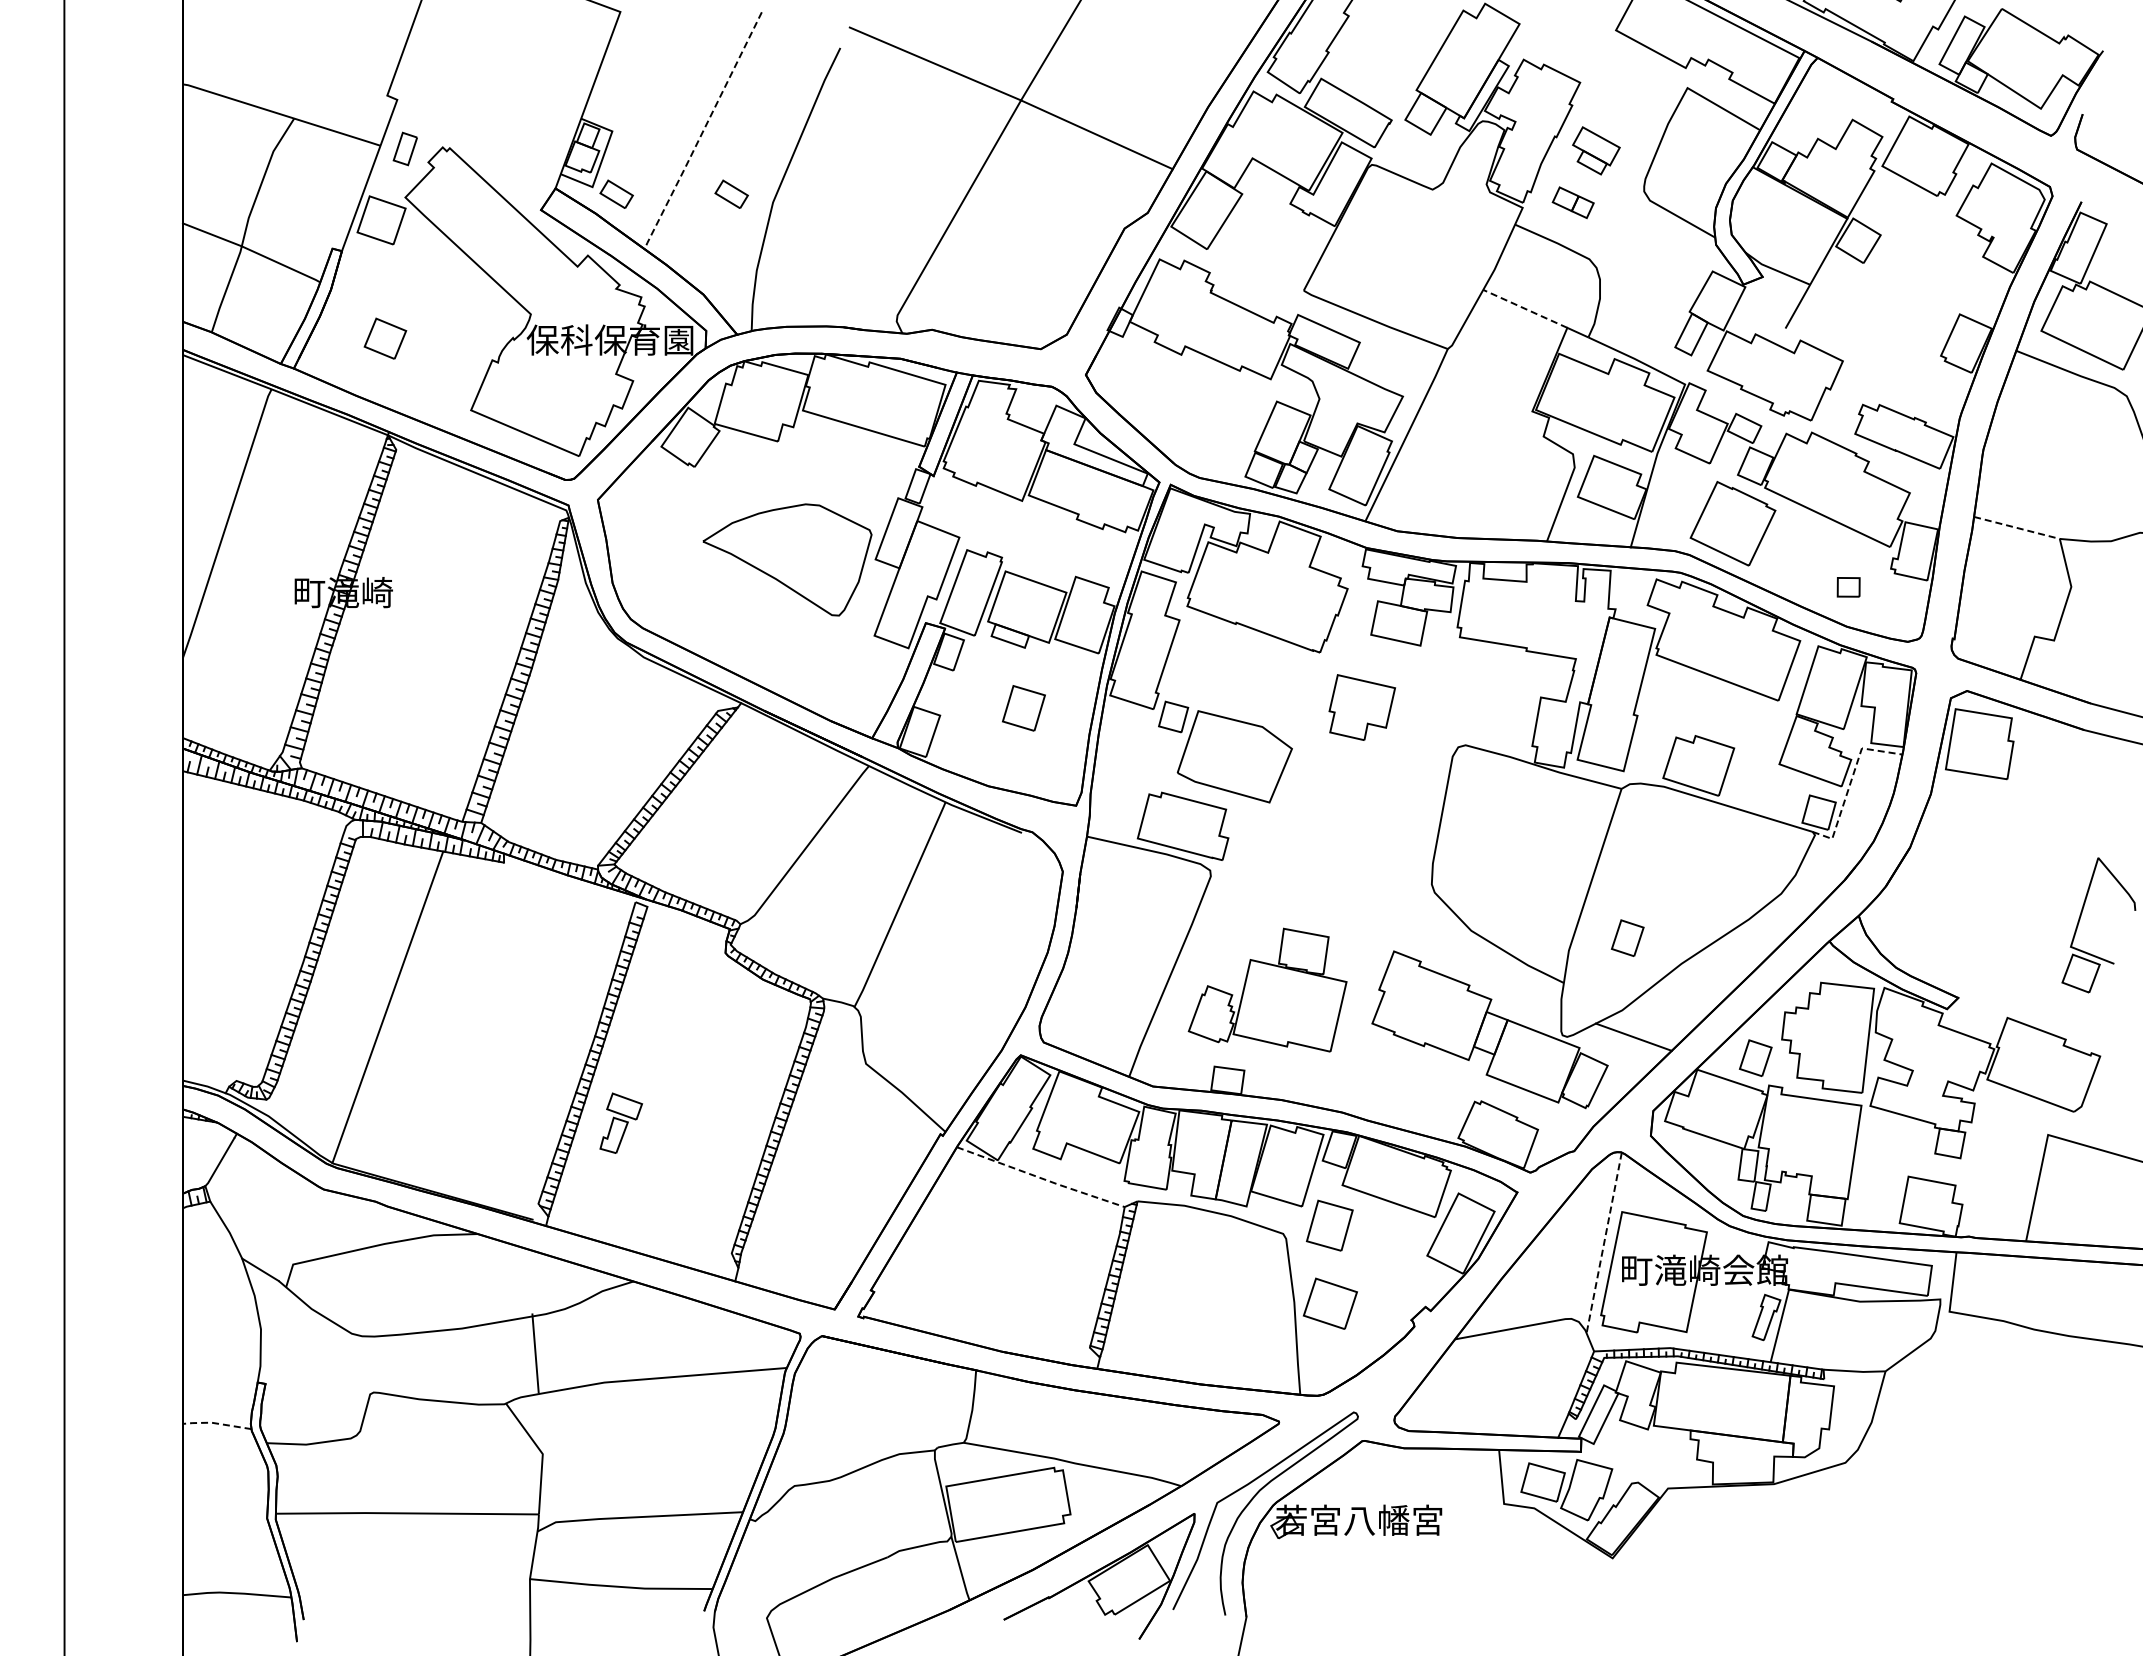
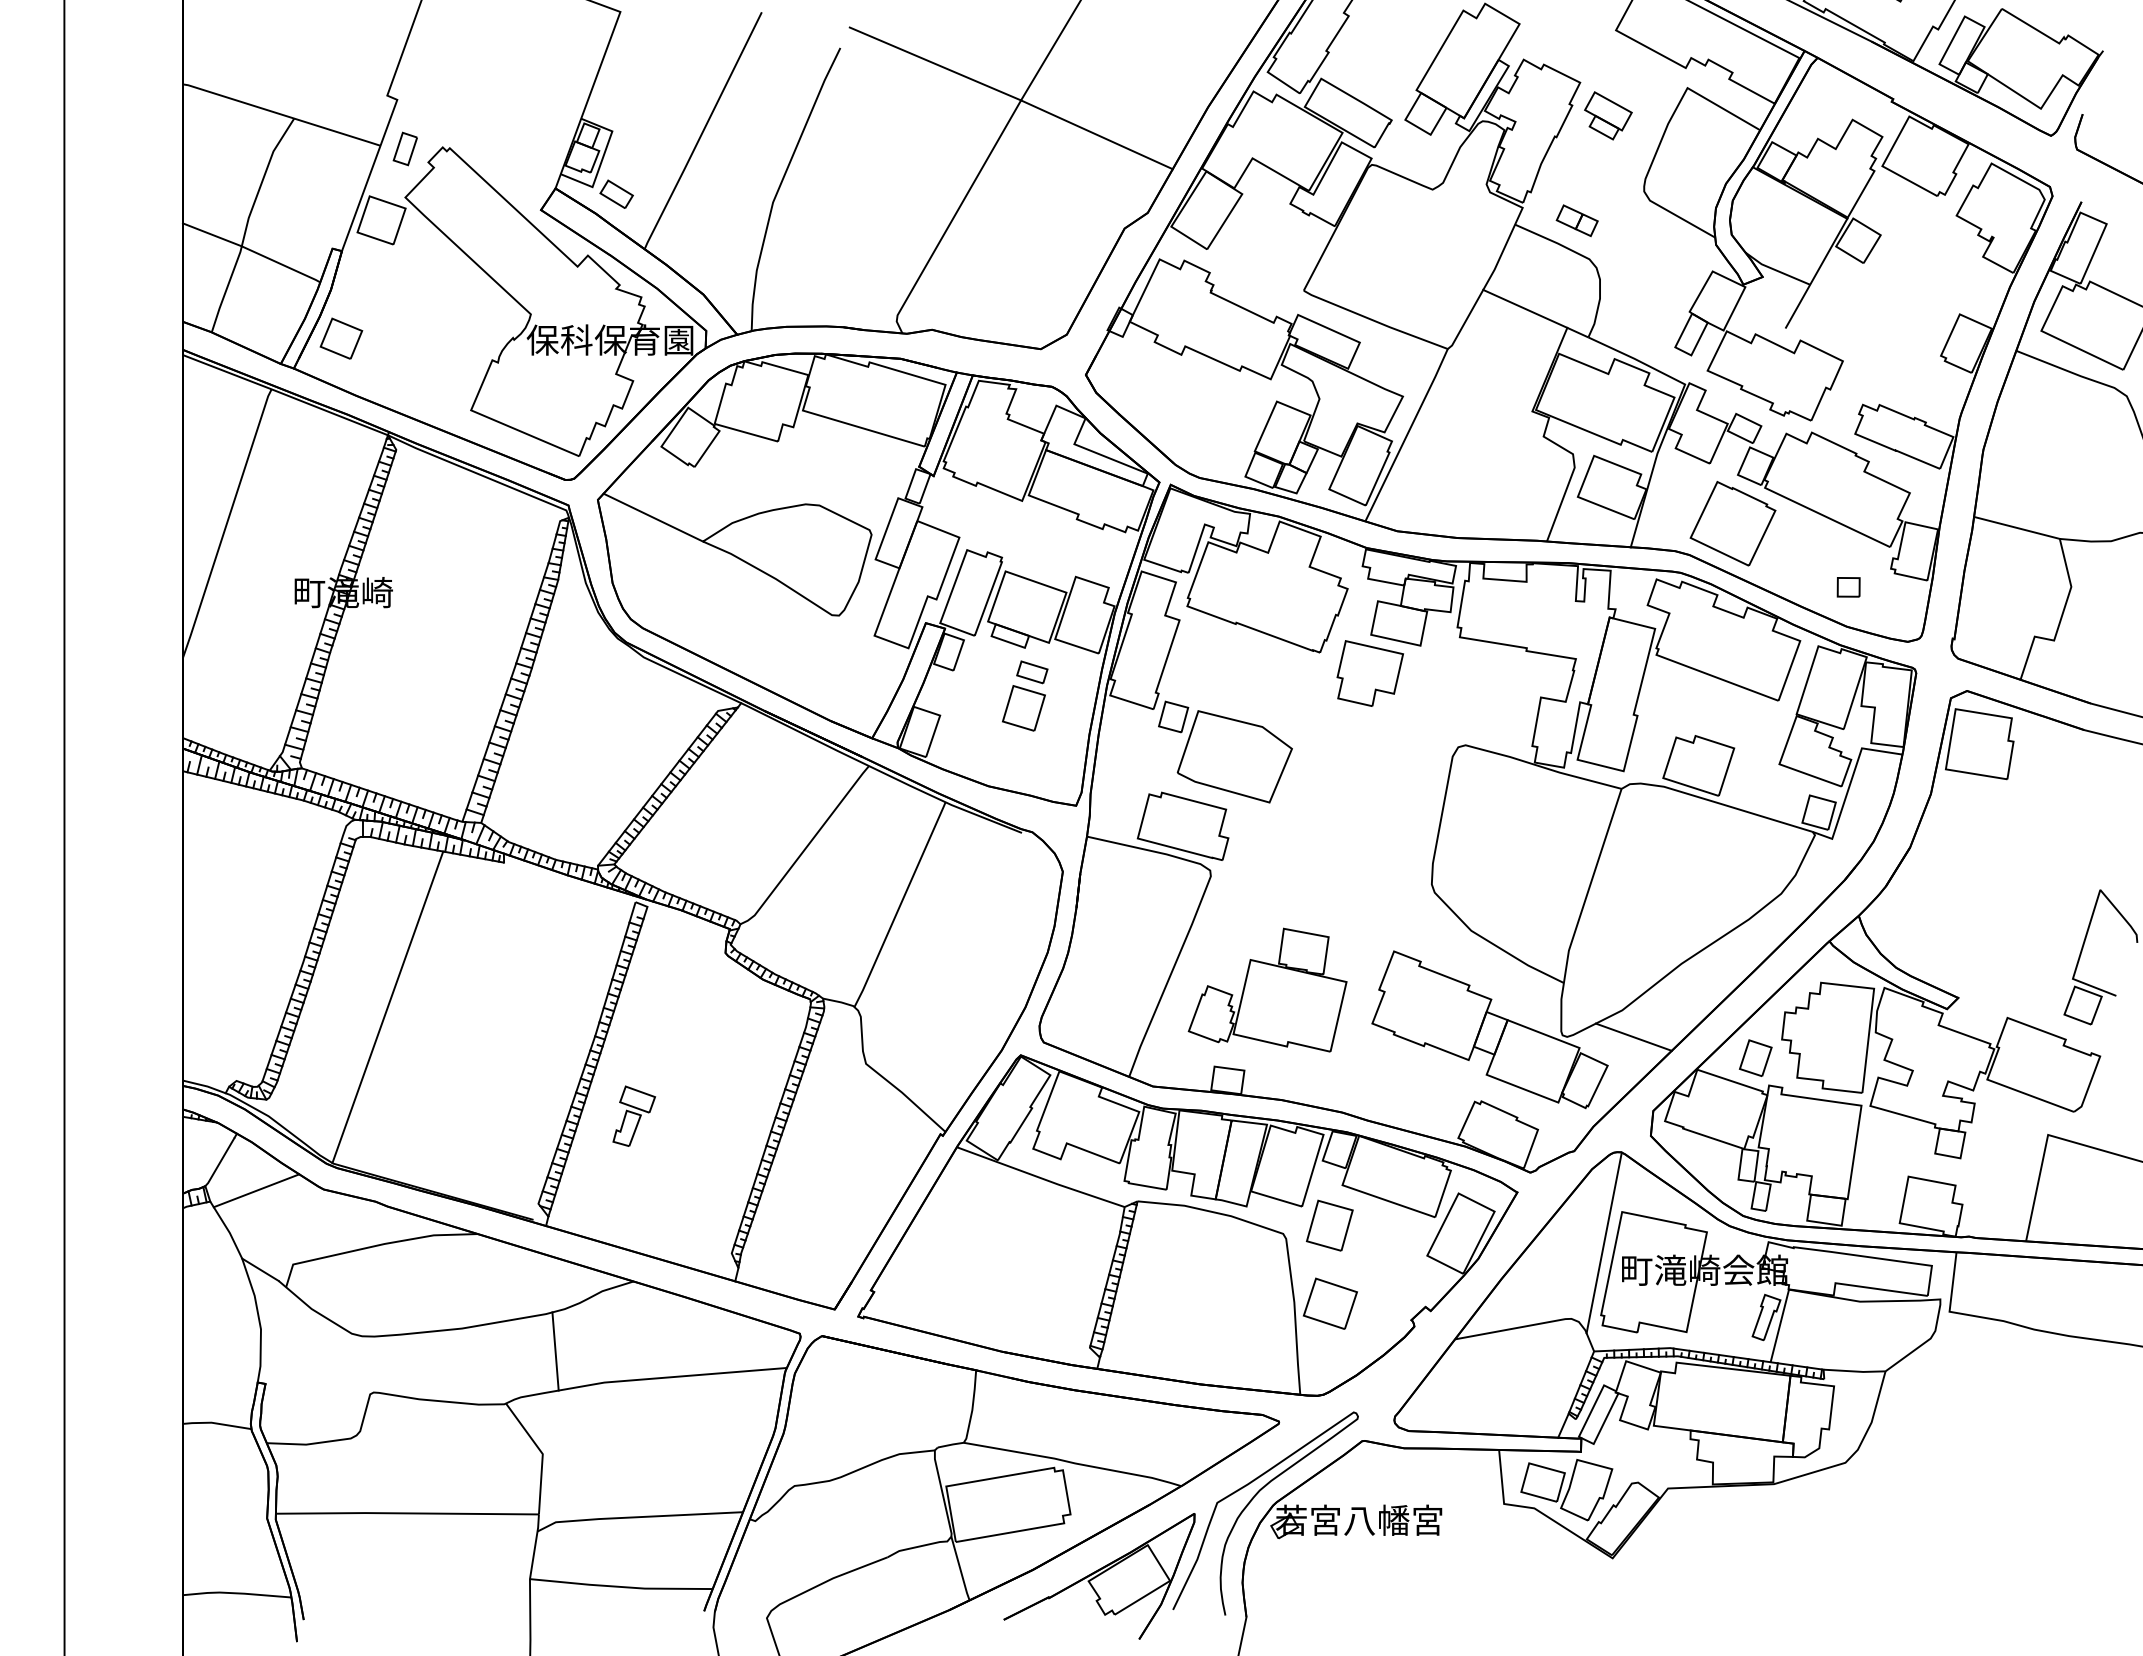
line at (702, 132): dashed -> solid
part at (1596, 150) position: (1596, 150) -> (1608, 115)
part at (731, 193): present -> none
part at (1572, 202) position: (1572, 202) -> (1576, 220)
line at (1524, 308): dashed -> solid
part at (385, 338) position: (385, 338) -> (341, 338)
line at (653, 517): none -> present
line at (2017, 528): dashed -> solid
part at (1032, 672): none -> present
part at (1362, 707) position: (1362, 707) -> (1370, 673)
line at (1850, 783): dashed -> solid
part at (2080, 919) position: (2080, 919) -> (2082, 951)
part at (1627, 937): present -> none
part at (621, 1122) position: (621, 1122) -> (634, 1115)
line at (1040, 1178): dashed -> solid
line at (256, 1190): none -> present
line at (1604, 1243): dashed -> solid
line at (535, 1353) position: (535, 1353) -> (555, 1351)
line at (215, 1423): dashed -> solid
